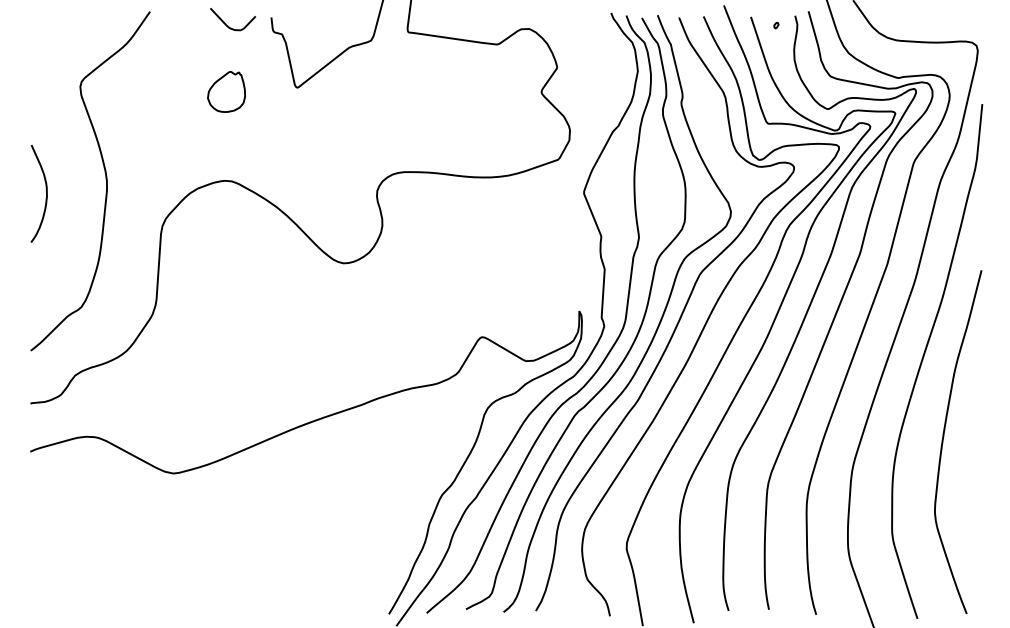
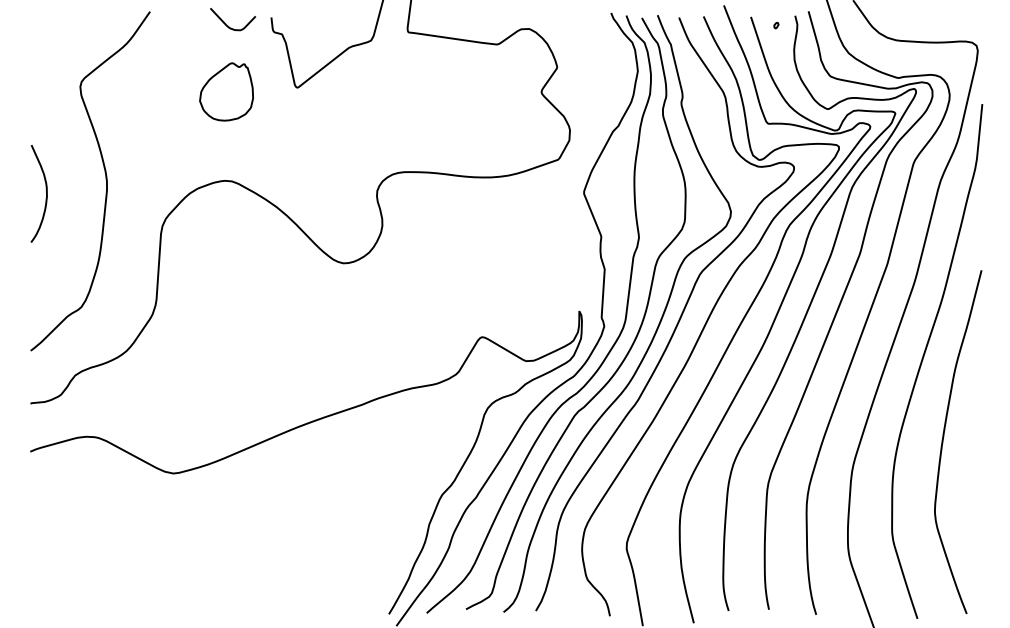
part at (226, 91) size: 39x42 px -> 55x60 px
